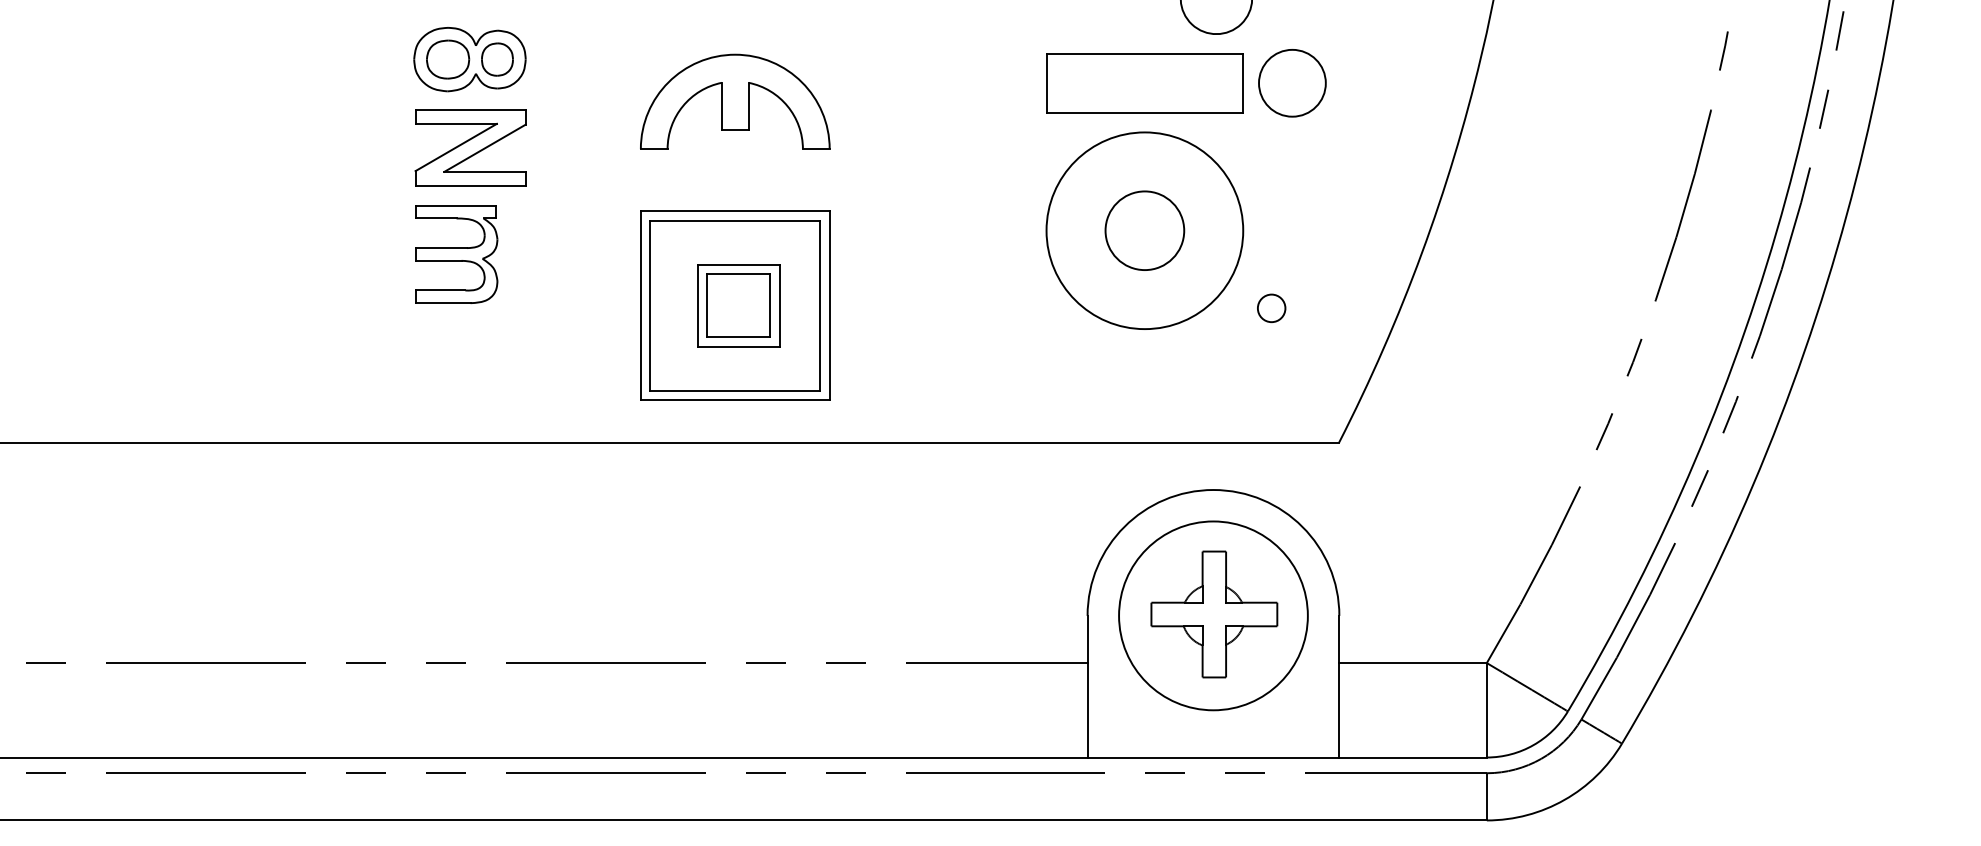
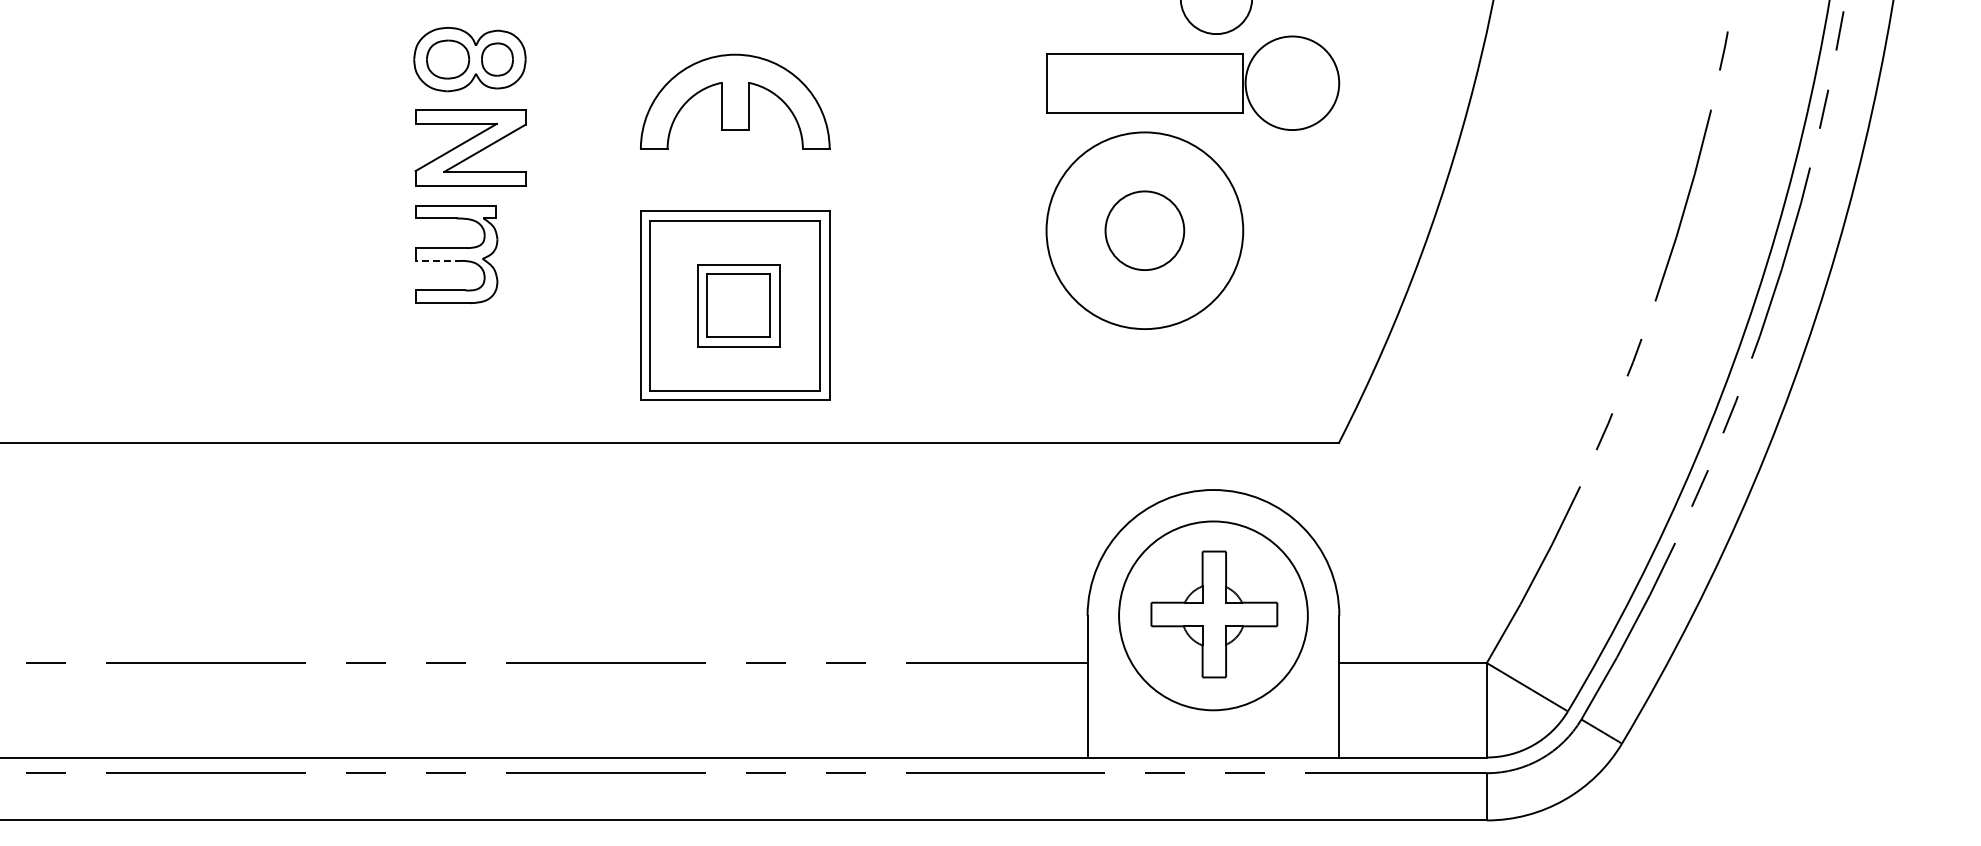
circle at (1292, 82) diameter: 67 px -> 94 px
line at (438, 260): solid -> dashed
circle at (1271, 308): present -> none
